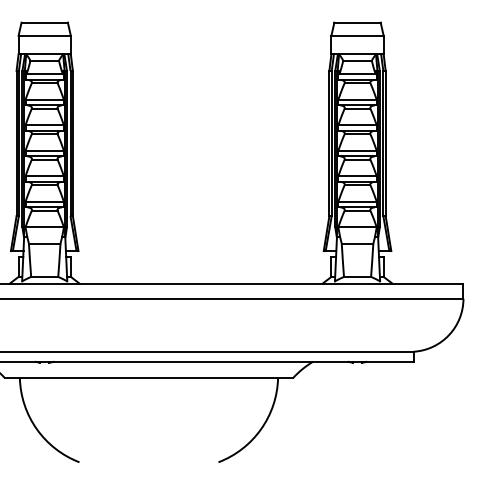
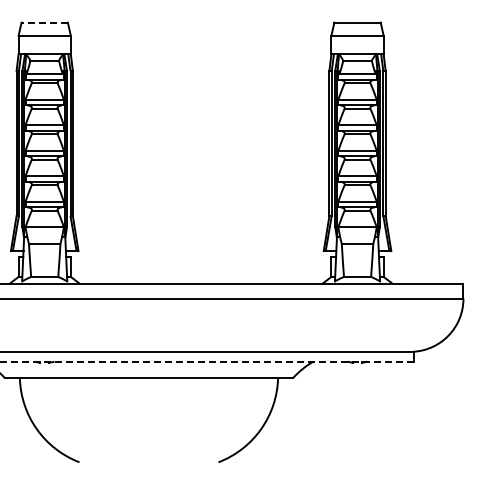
line at (44, 22): solid -> dashed
line at (206, 361): solid -> dashed
